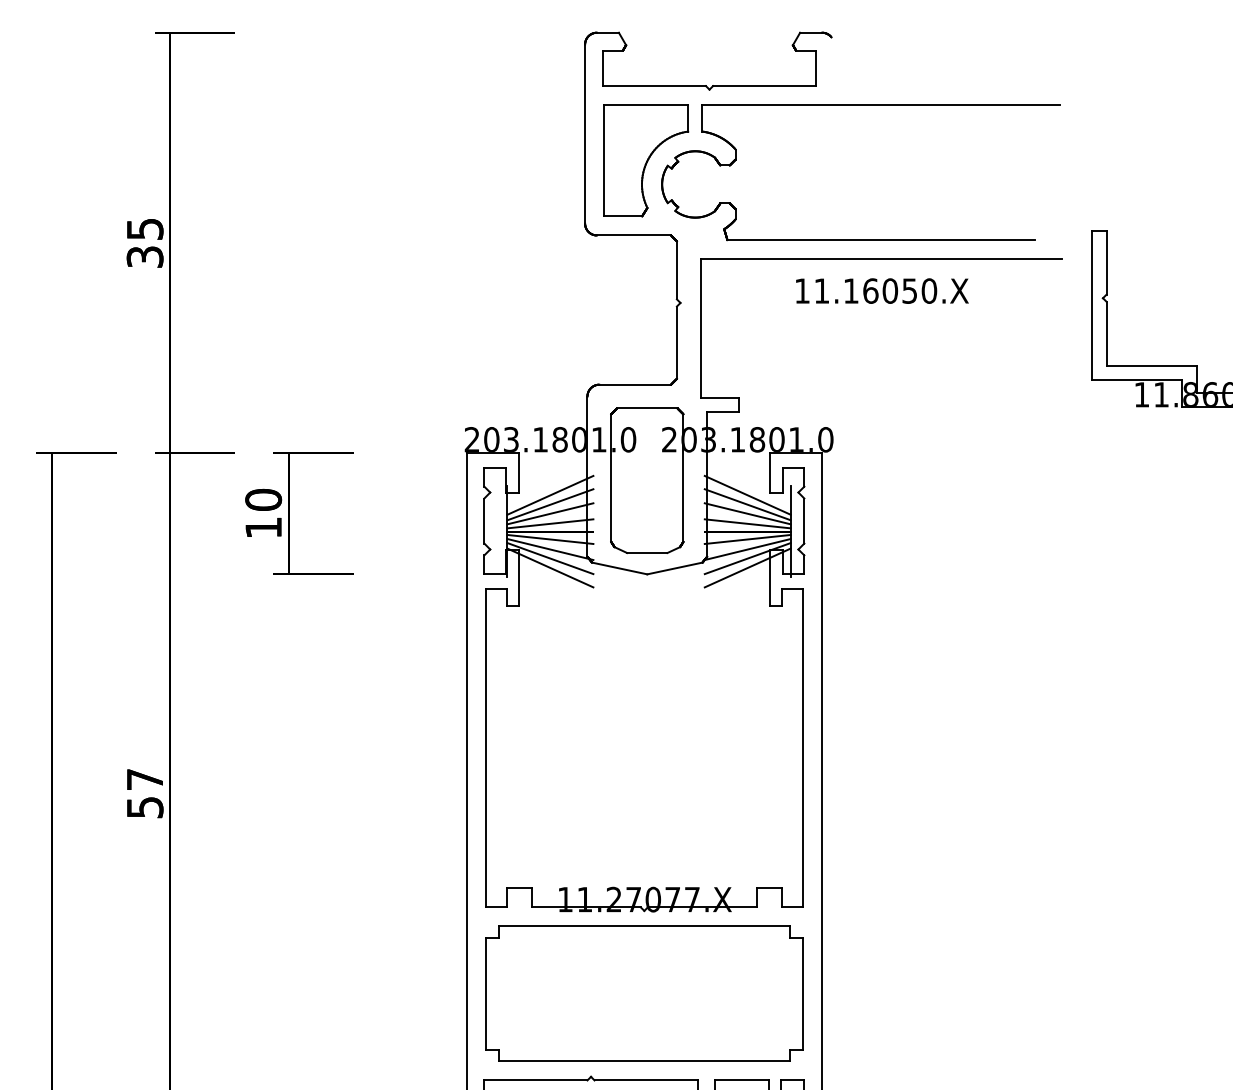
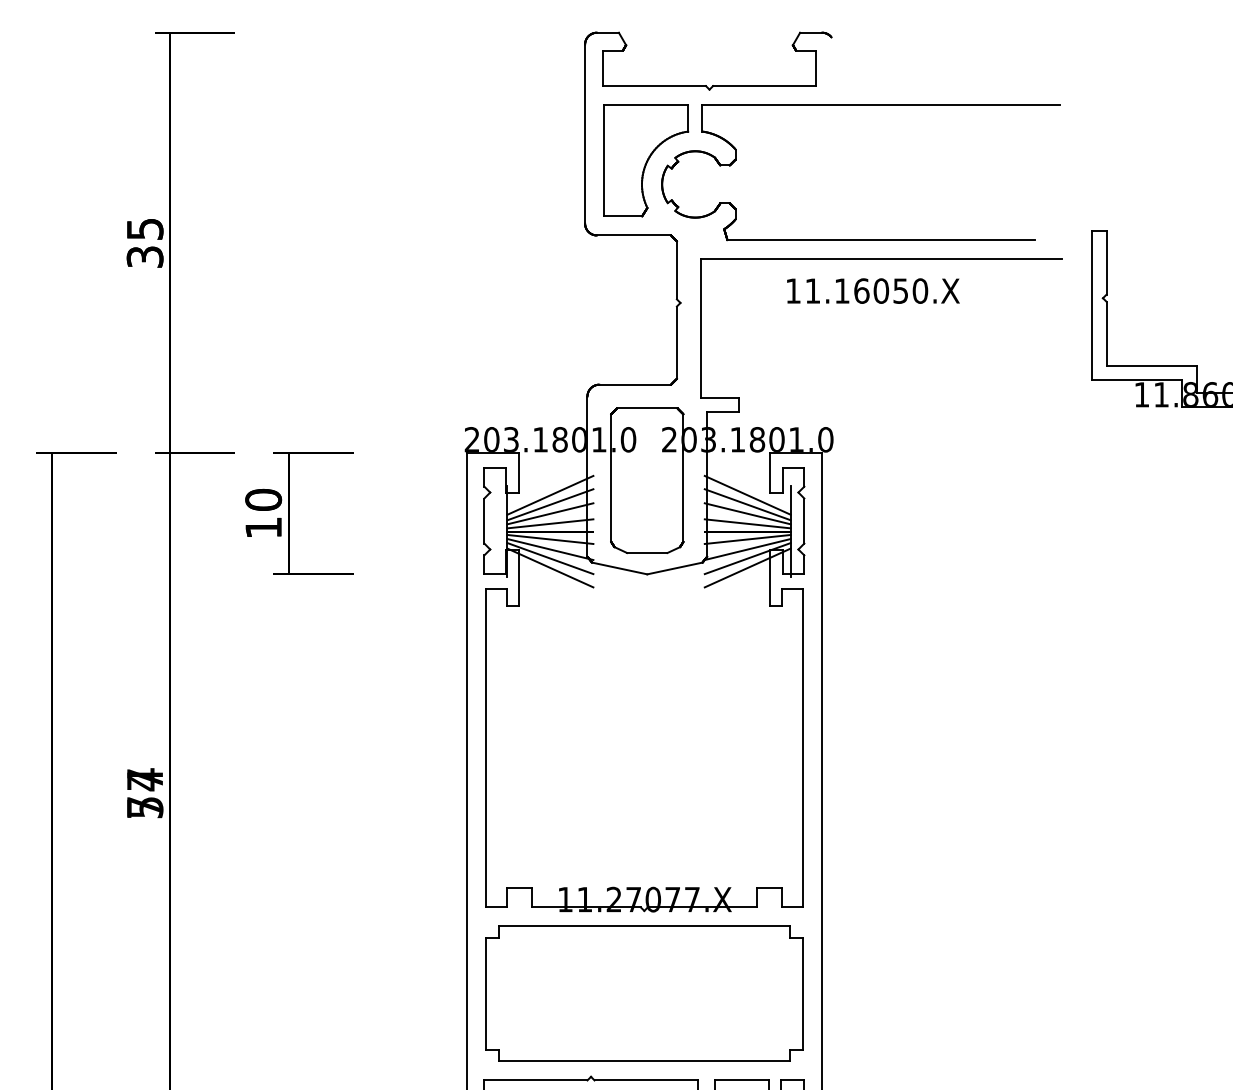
text at (882, 290) position: (882, 290) -> (873, 290)
text at (145, 793): 57 -> 74
